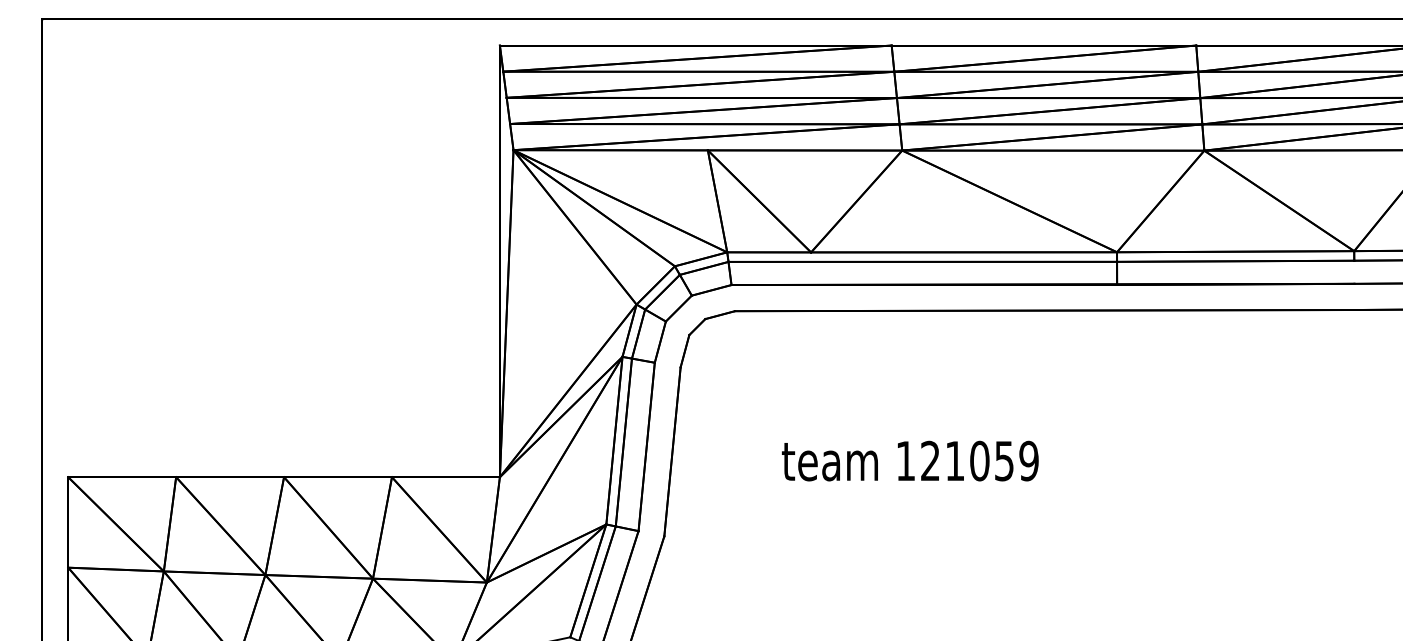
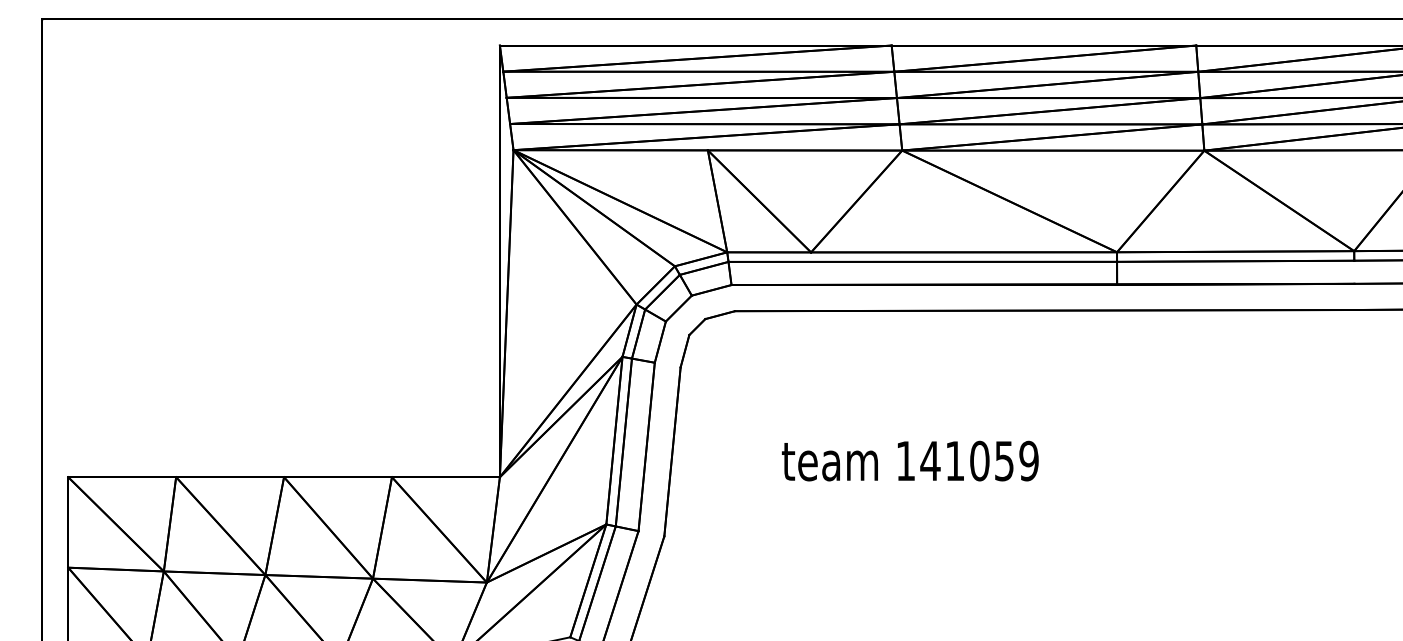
text at (930, 460): 121059 -> 141059
